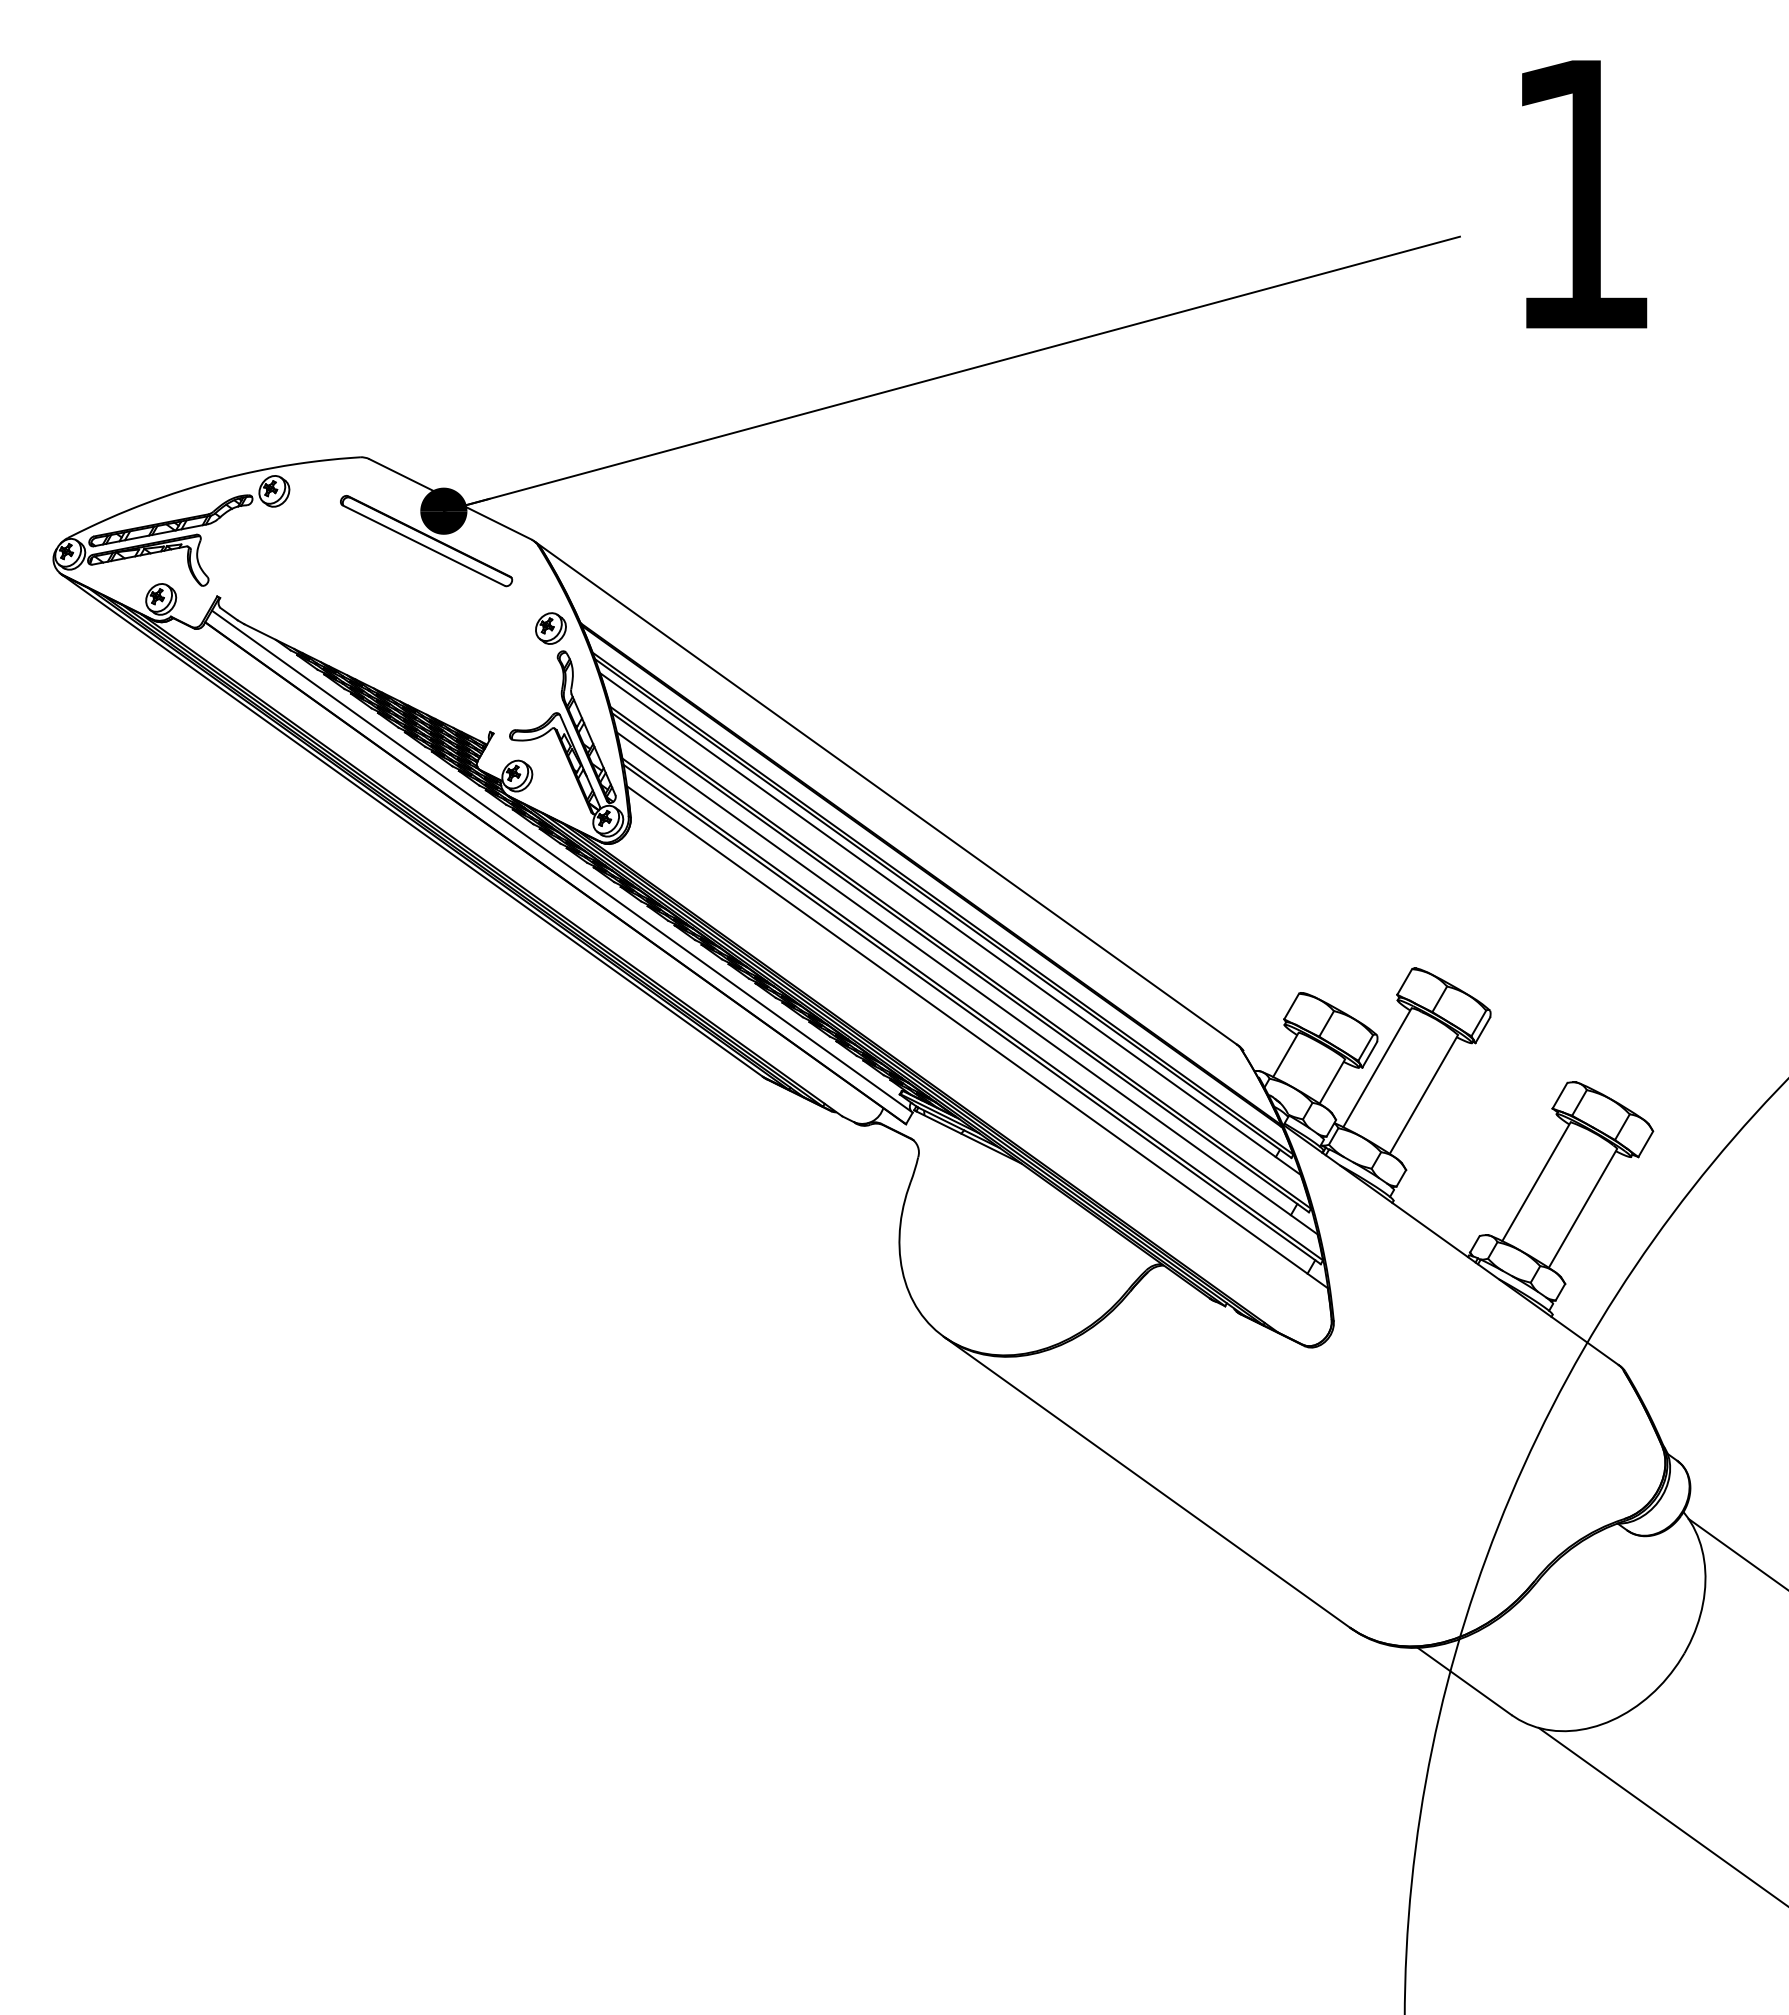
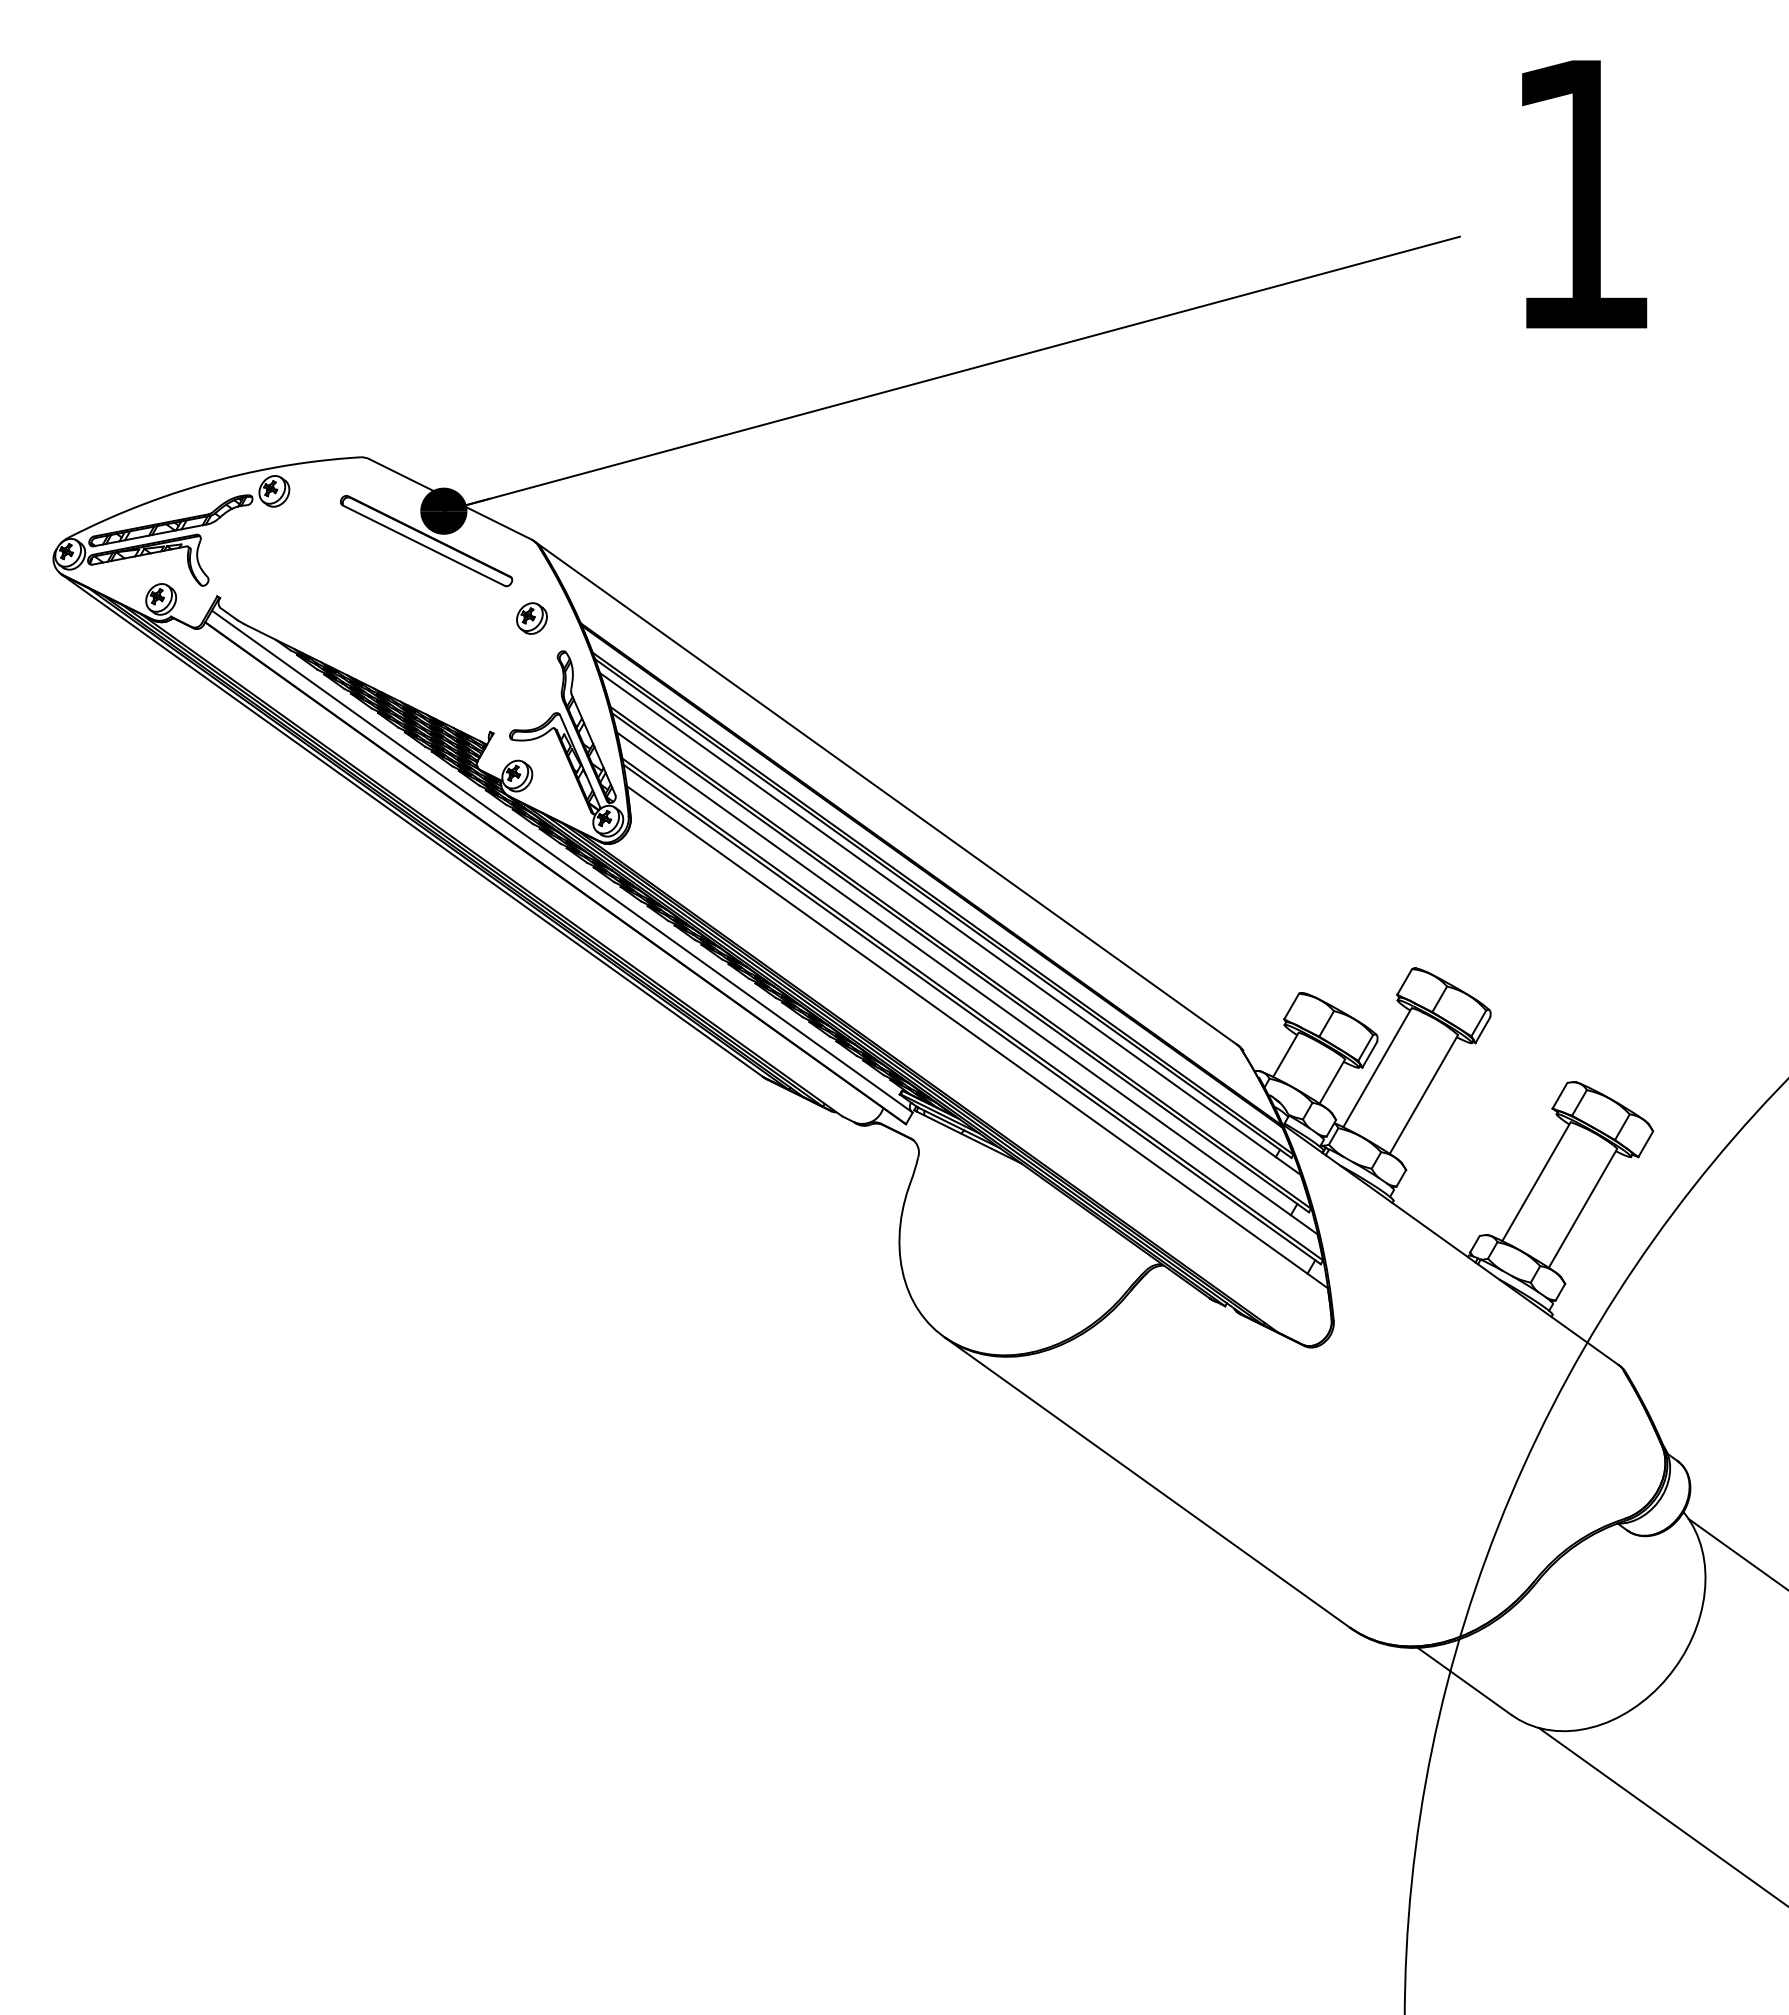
part at (550, 628) position: (550, 628) -> (531, 618)
